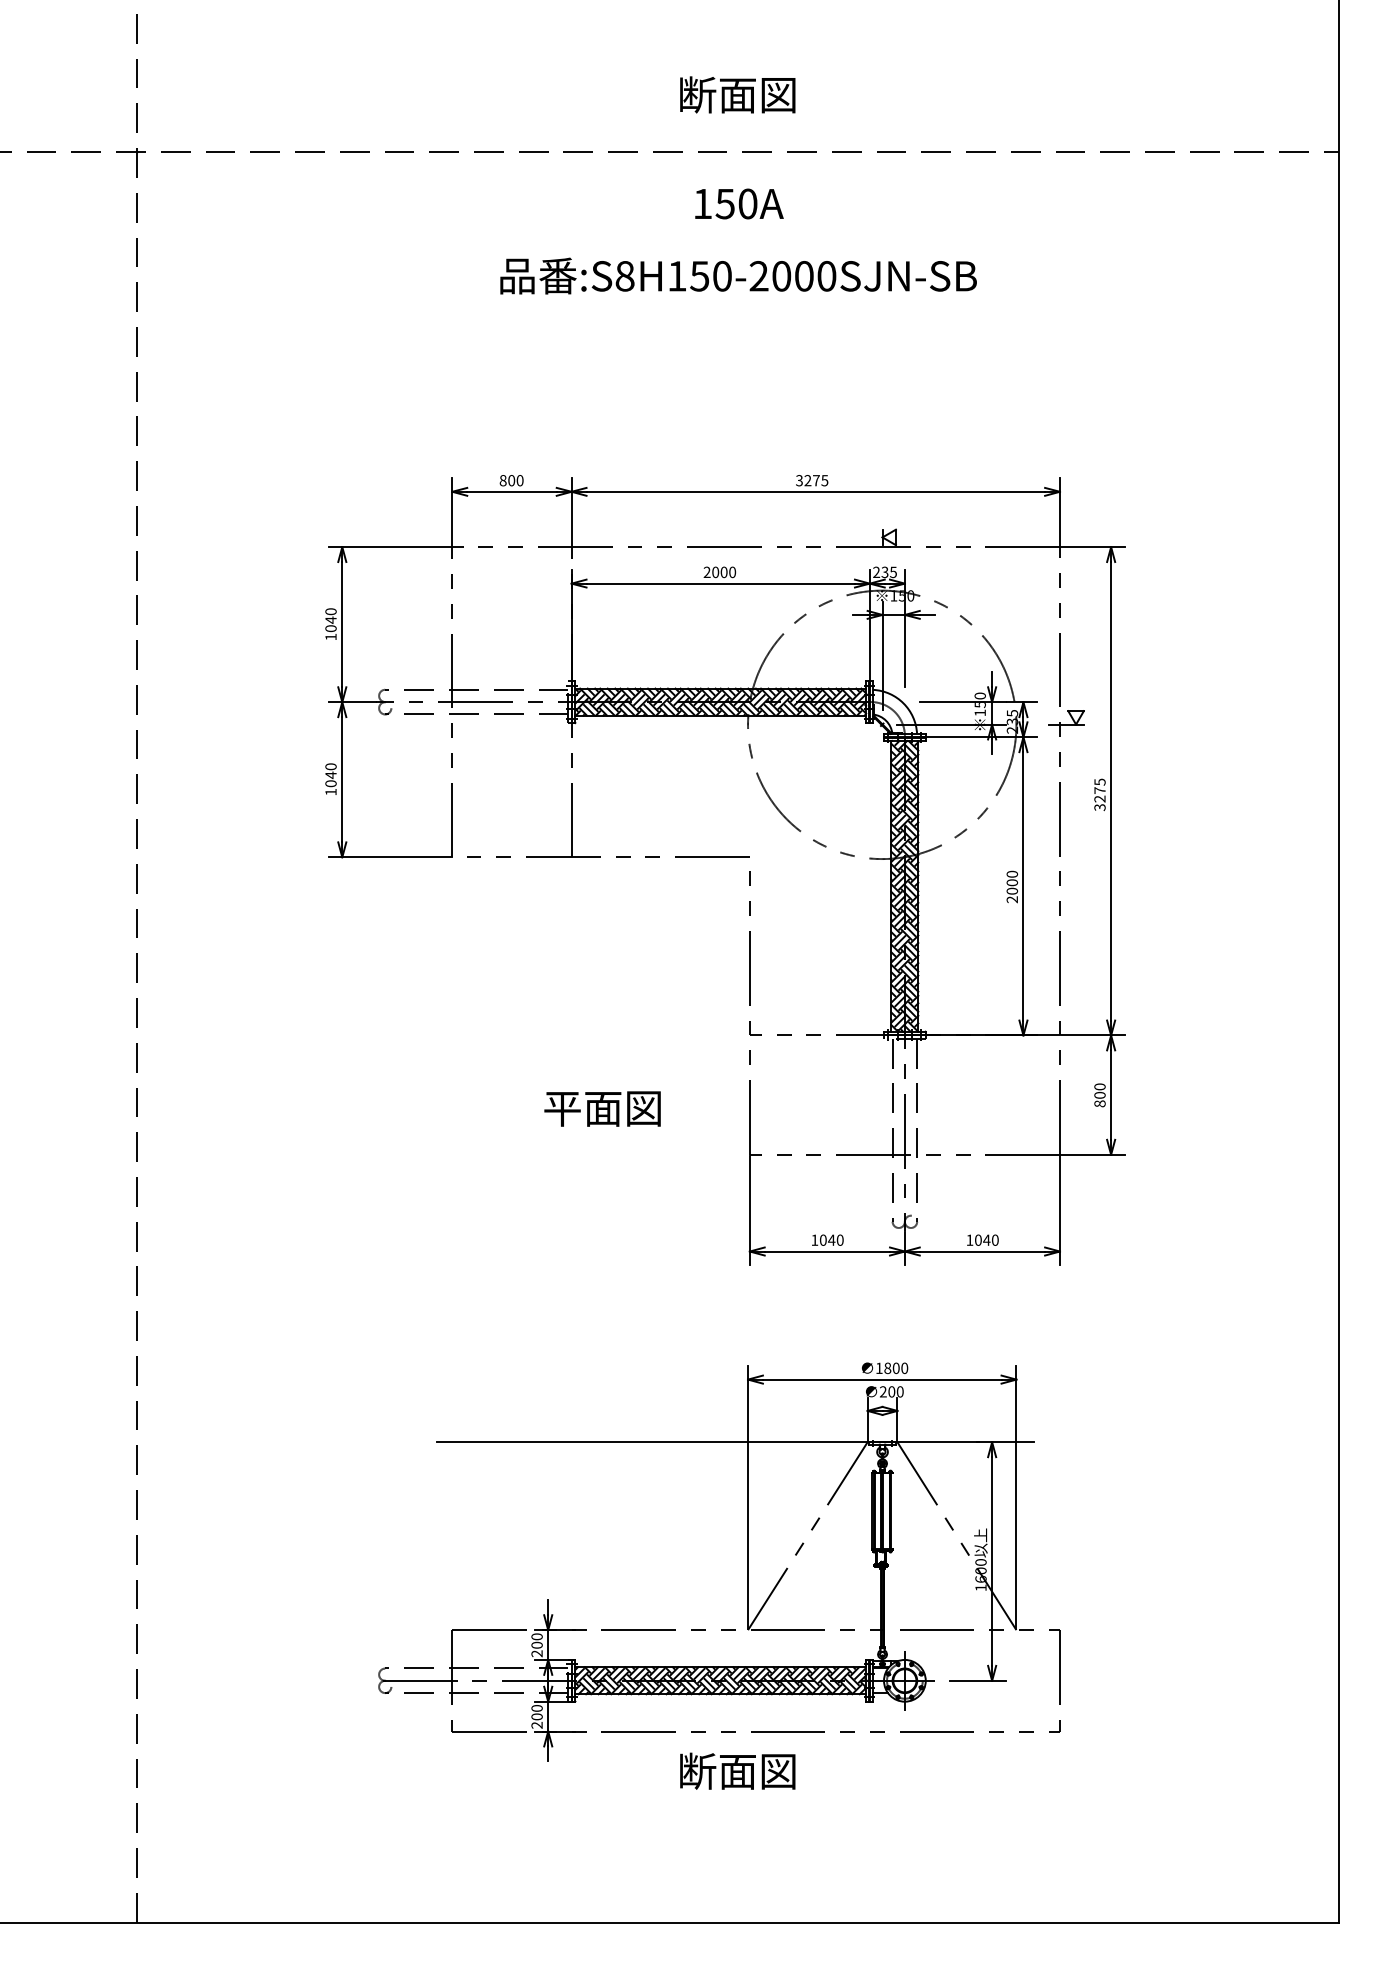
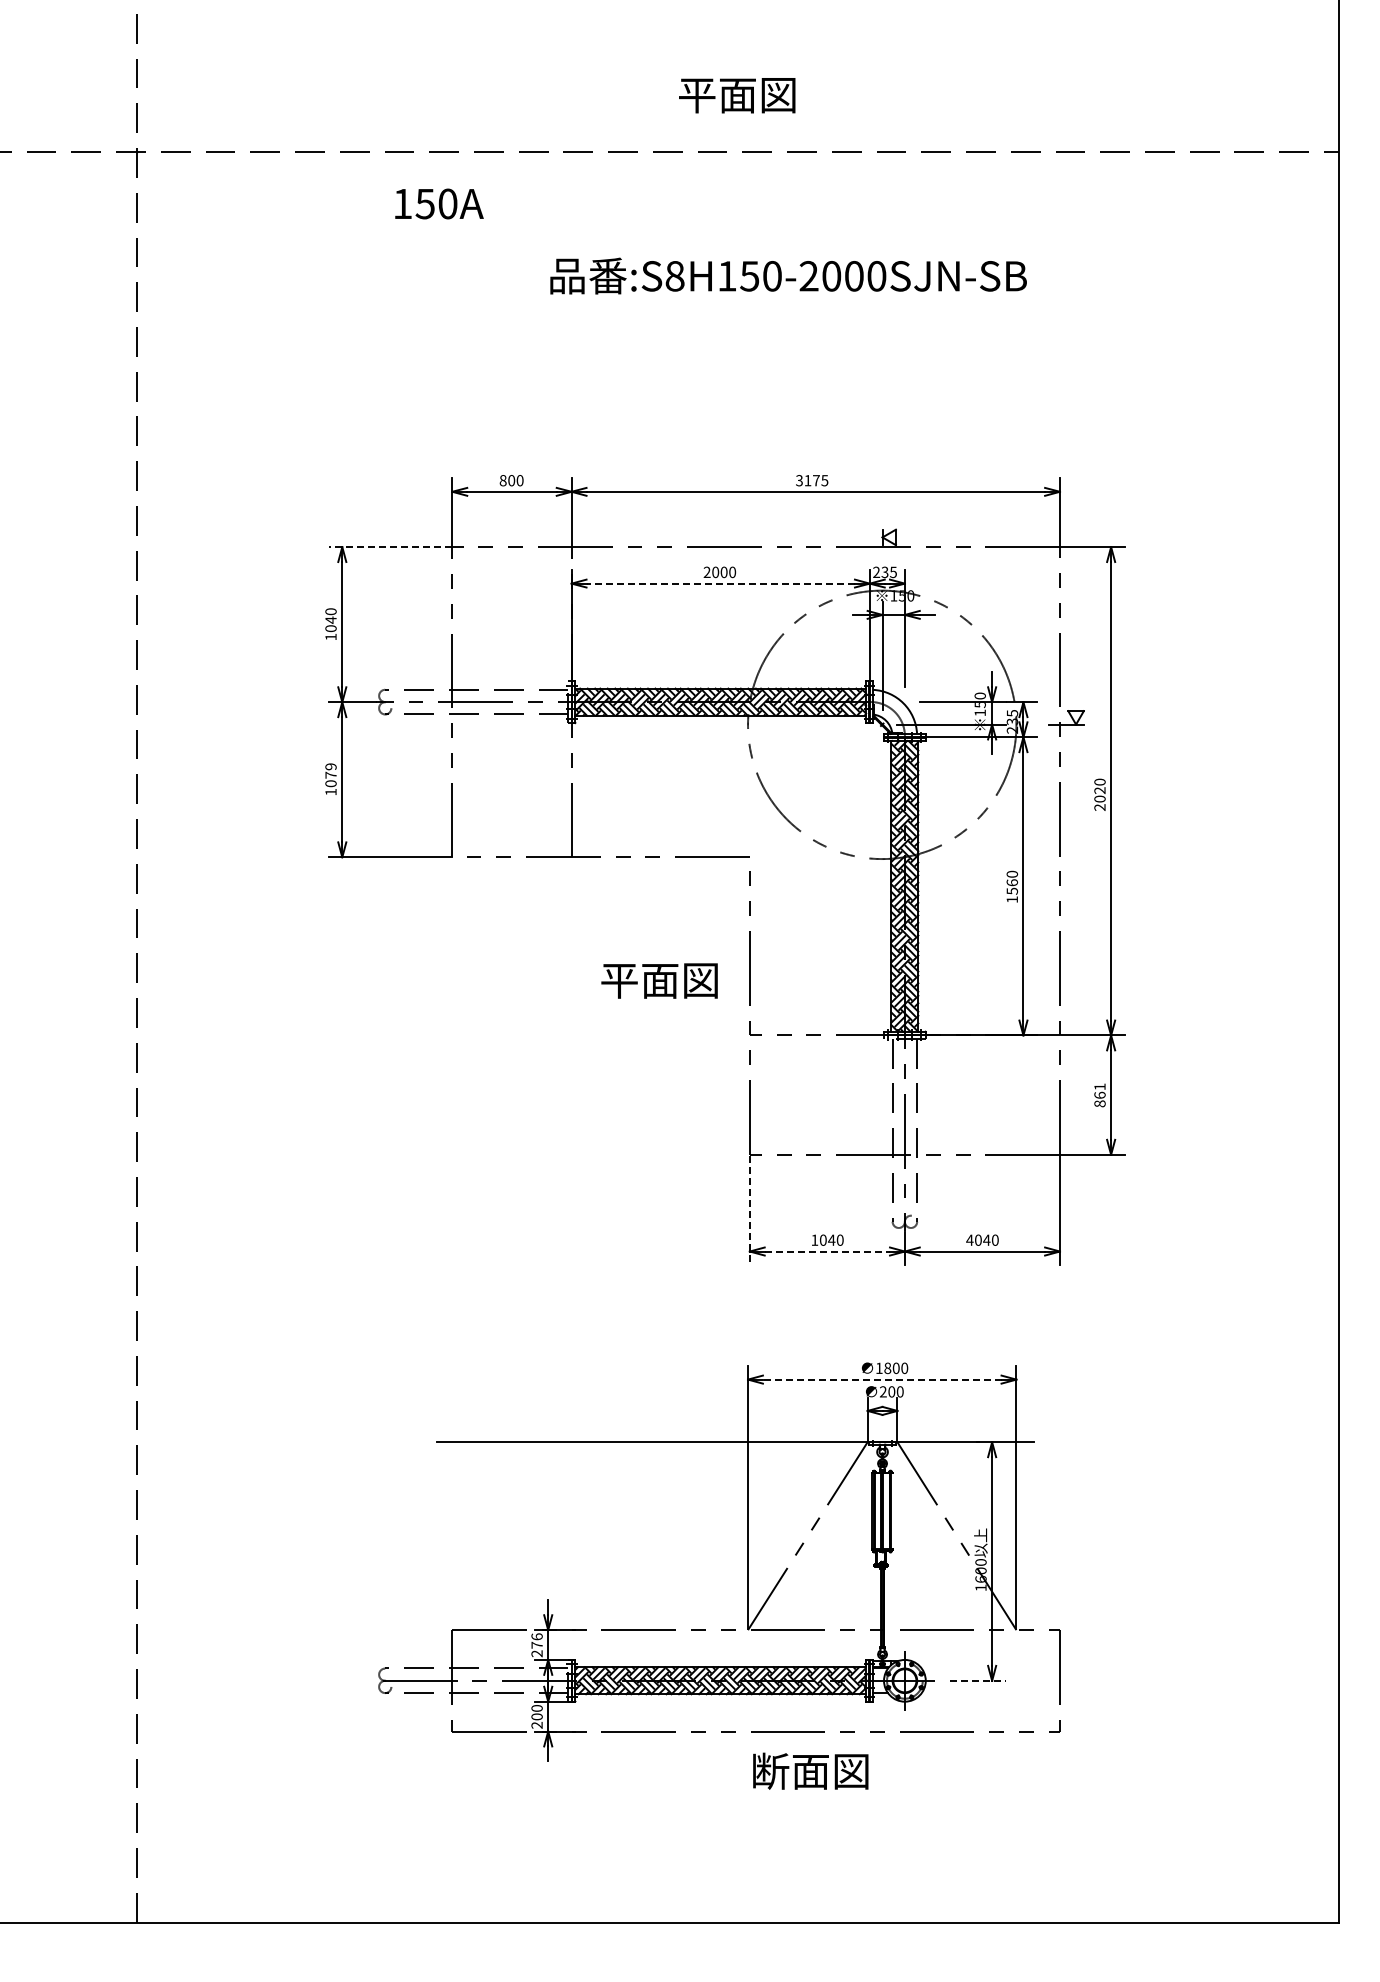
text at (697, 94): 断面図 -> 平面図
text at (739, 203) position: (739, 203) -> (439, 203)
text at (738, 275) position: (738, 275) -> (788, 275)
text at (807, 480): 3275 -> 3175
line at (389, 547): solid -> dashed
line at (720, 583): solid -> dashed
text at (330, 771): 1040 -> 1079
text at (1099, 794): 3275 -> 2020
text at (1011, 891): 2000 -> 1560
text at (1099, 1090): 800 -> 861
text at (602, 1108) position: (602, 1108) -> (659, 980)
line at (749, 1210): solid -> dashed
text at (969, 1239): 1040 -> 4040
line at (827, 1251): solid -> dashed
line at (881, 1379): solid -> dashed
text at (536, 1640): 200 -> 276
line at (977, 1680): solid -> dashed
text at (737, 1770) position: (737, 1770) -> (810, 1770)
